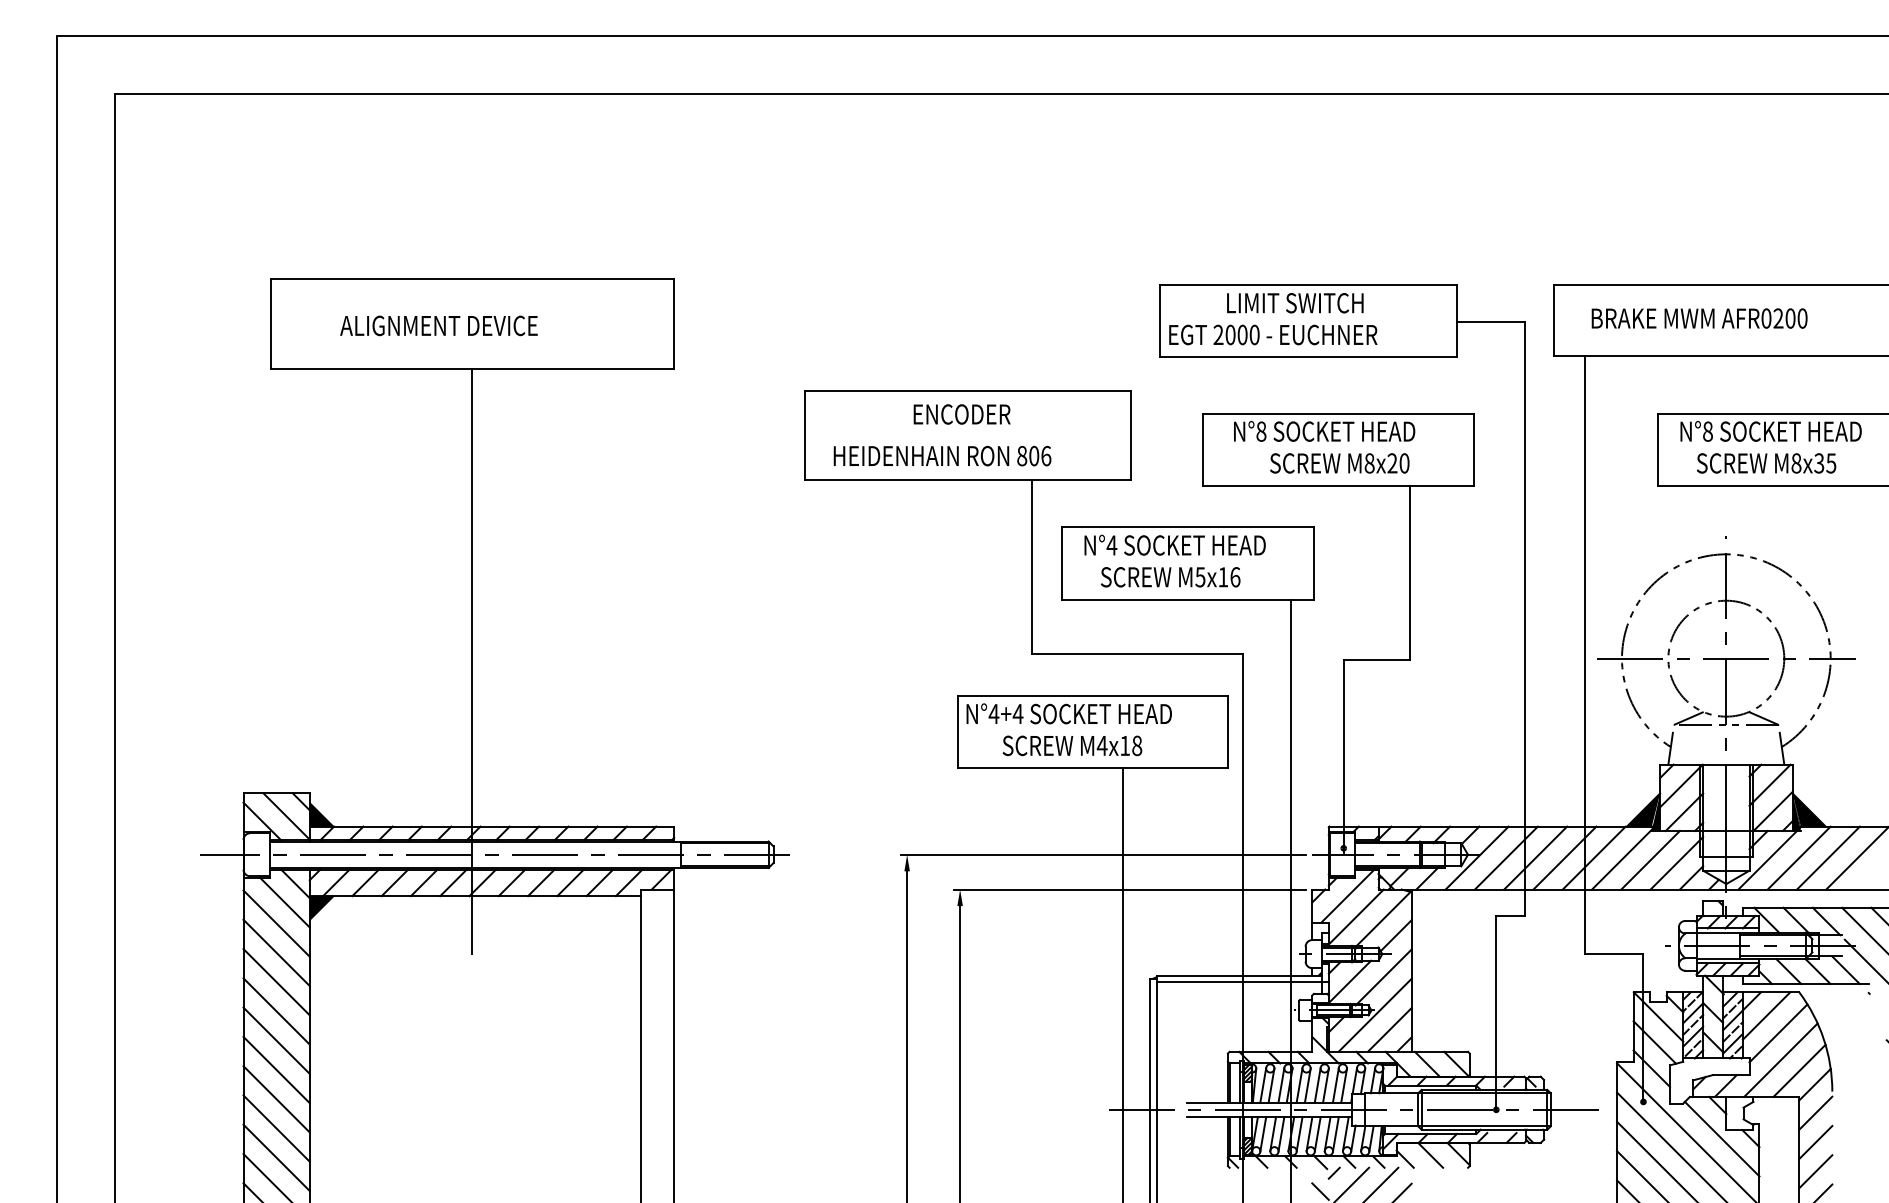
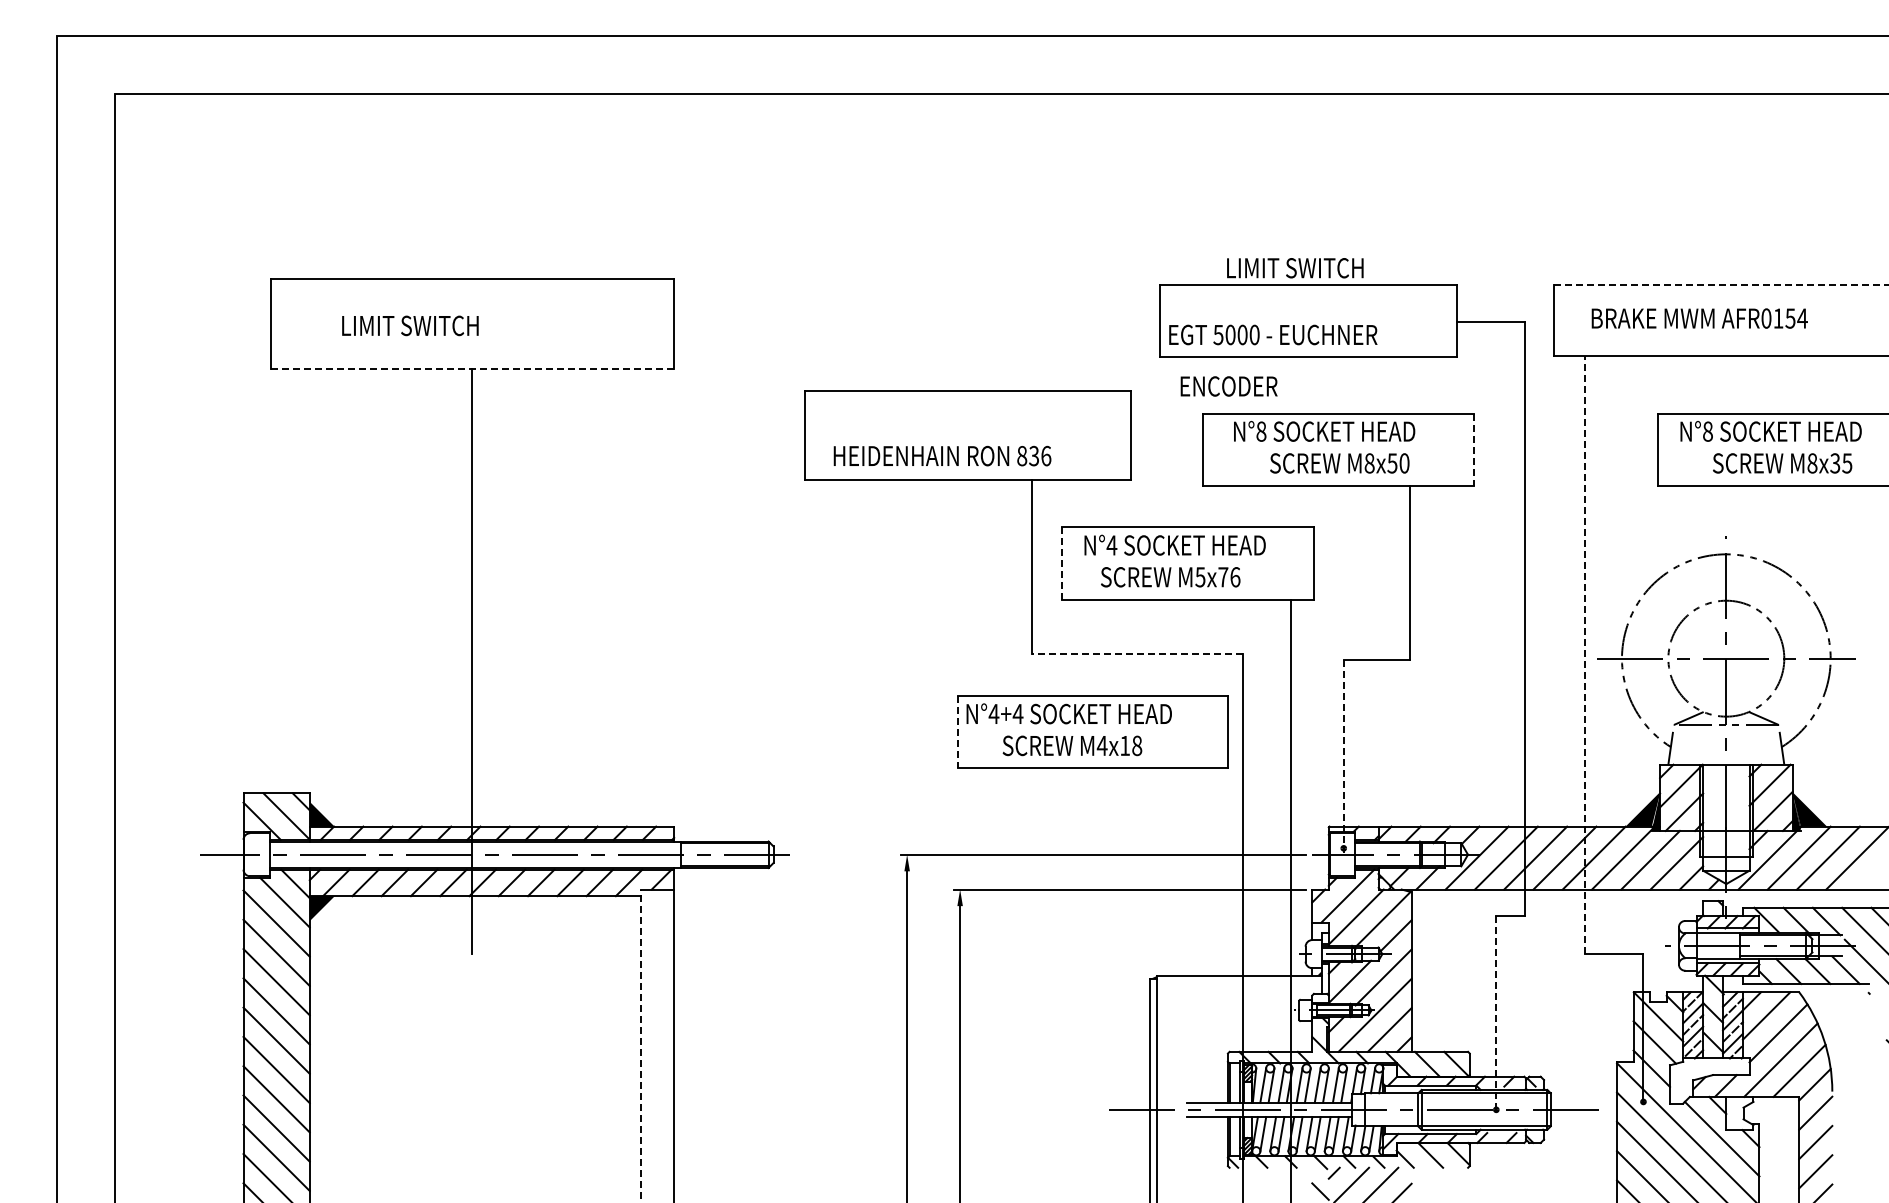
line at (1721, 285): solid -> dashed
text at (1295, 303) position: (1295, 303) -> (1295, 268)
text at (1790, 318): AFR0200 -> AFR0154
text at (438, 325): ALIGNMENT DEVICE -> LIMIT SWITCH
text at (1218, 334): 2000 -> 5000
line at (471, 368): solid -> dashed
text at (961, 414) position: (961, 414) -> (1228, 386)
line at (1474, 450): solid -> dashed
text at (1034, 456): 806 -> 836
text at (1392, 463): M8x20 -> M8x50
text at (1766, 463) position: (1766, 463) -> (1782, 463)
line at (1062, 563): solid -> dashed
text at (1223, 577): M5x16 -> M5x76
line at (1136, 653): solid -> dashed
line at (1585, 655): solid -> dashed
line at (957, 732): solid -> dashed
line at (1343, 757): solid -> dashed
line at (1242, 982): present -> none
line at (1123, 983): present -> none
line at (1496, 1012): solid -> dashed
line at (641, 1045): solid -> dashed
